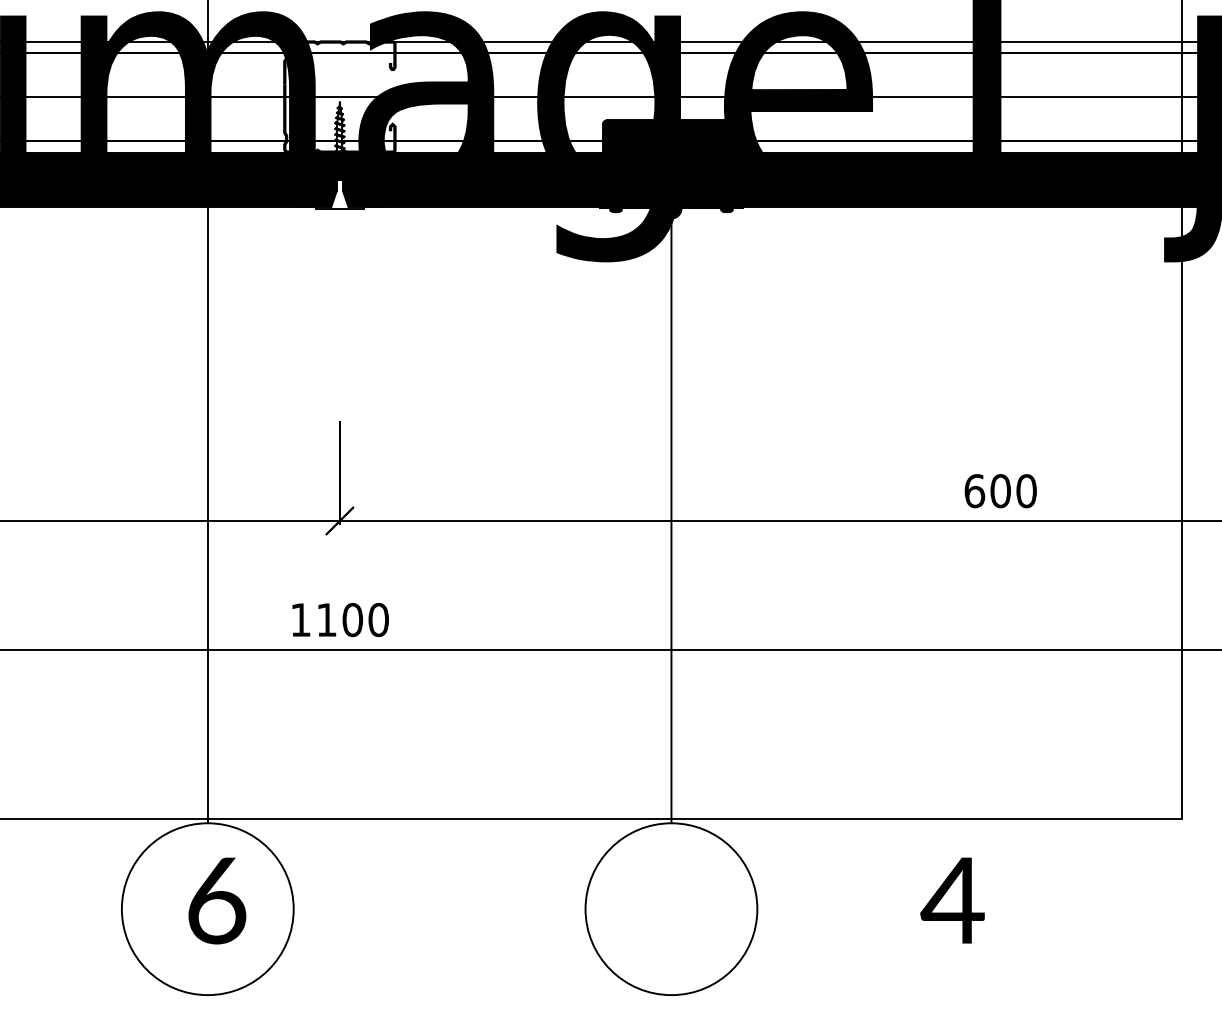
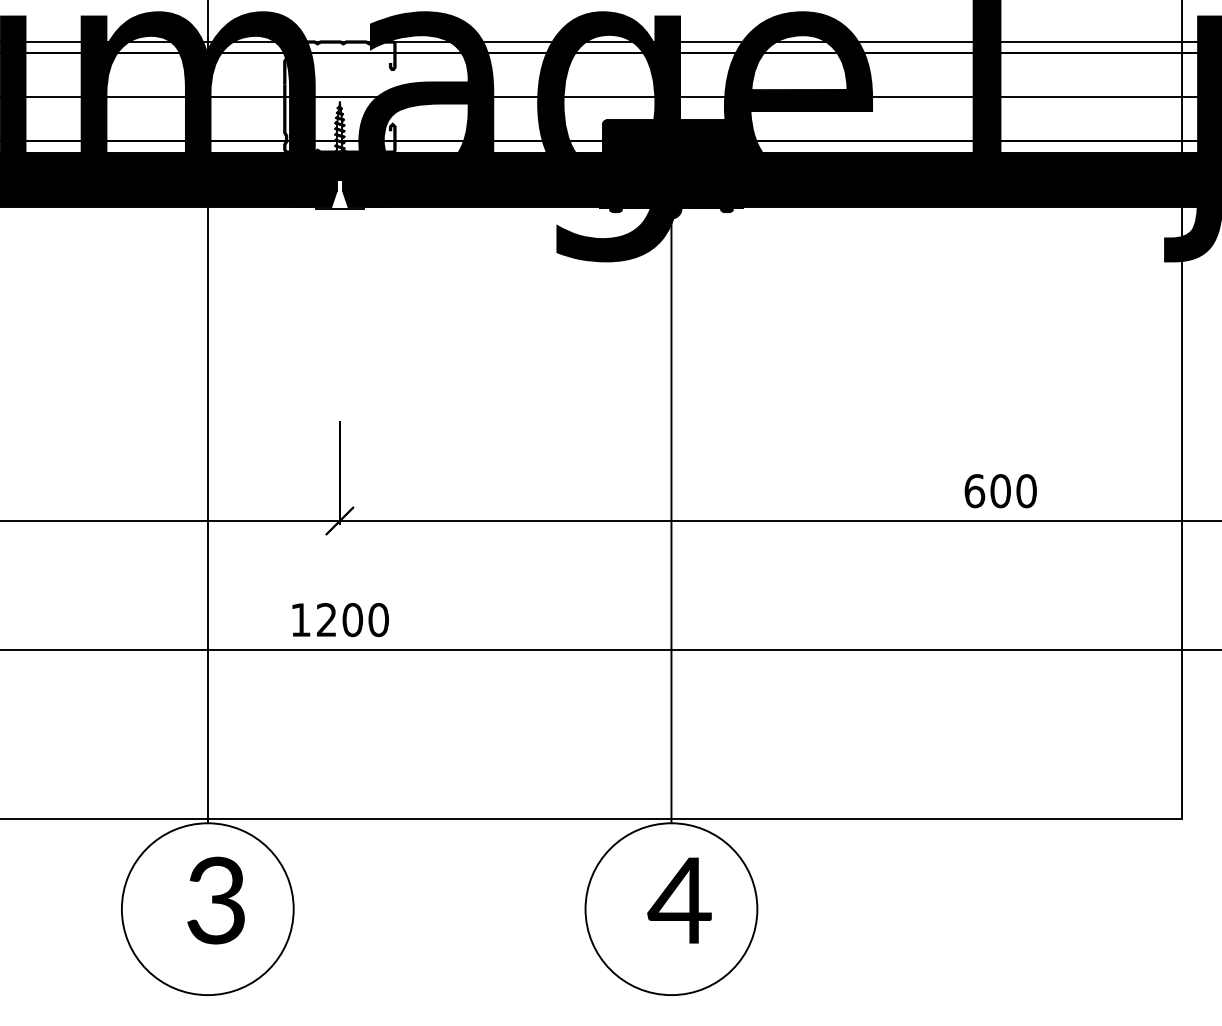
text at (326, 619): 1100 -> 1200
text at (216, 900): 6 -> 3
text at (952, 900) position: (952, 900) -> (679, 900)
